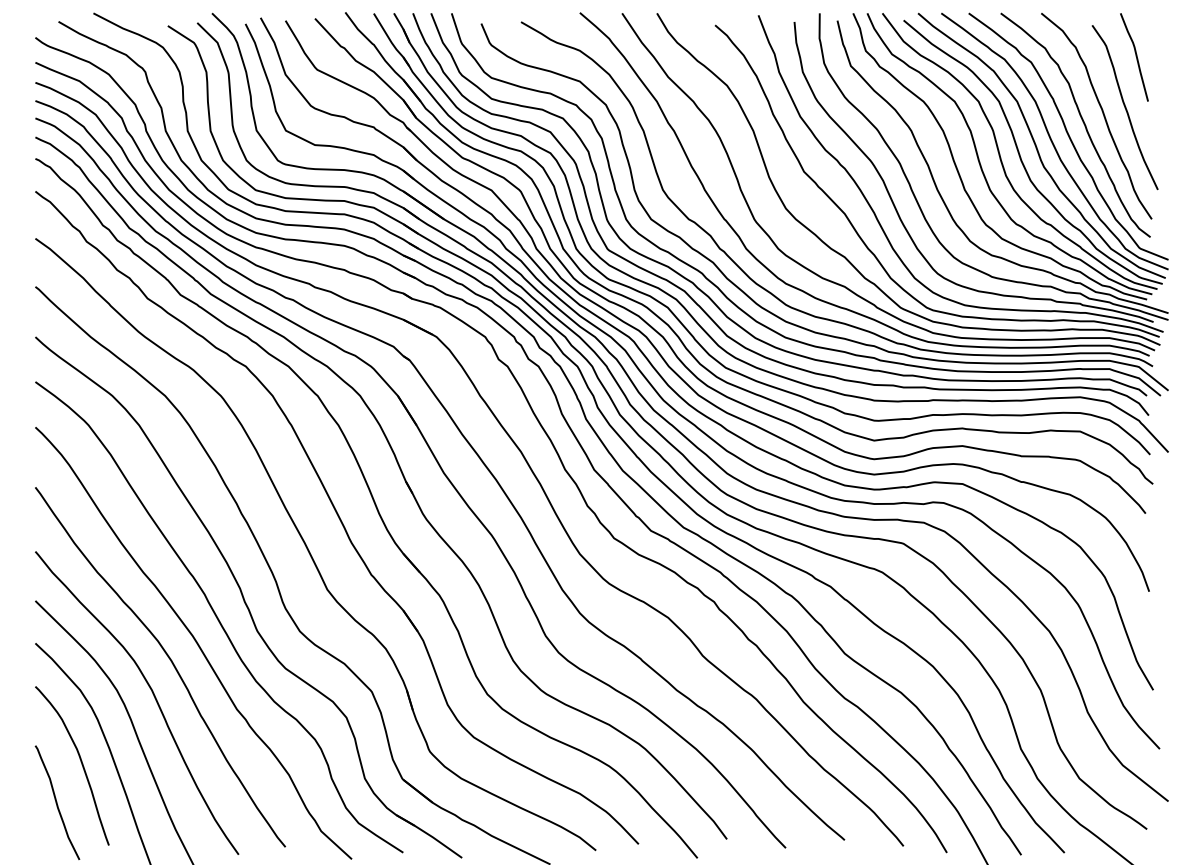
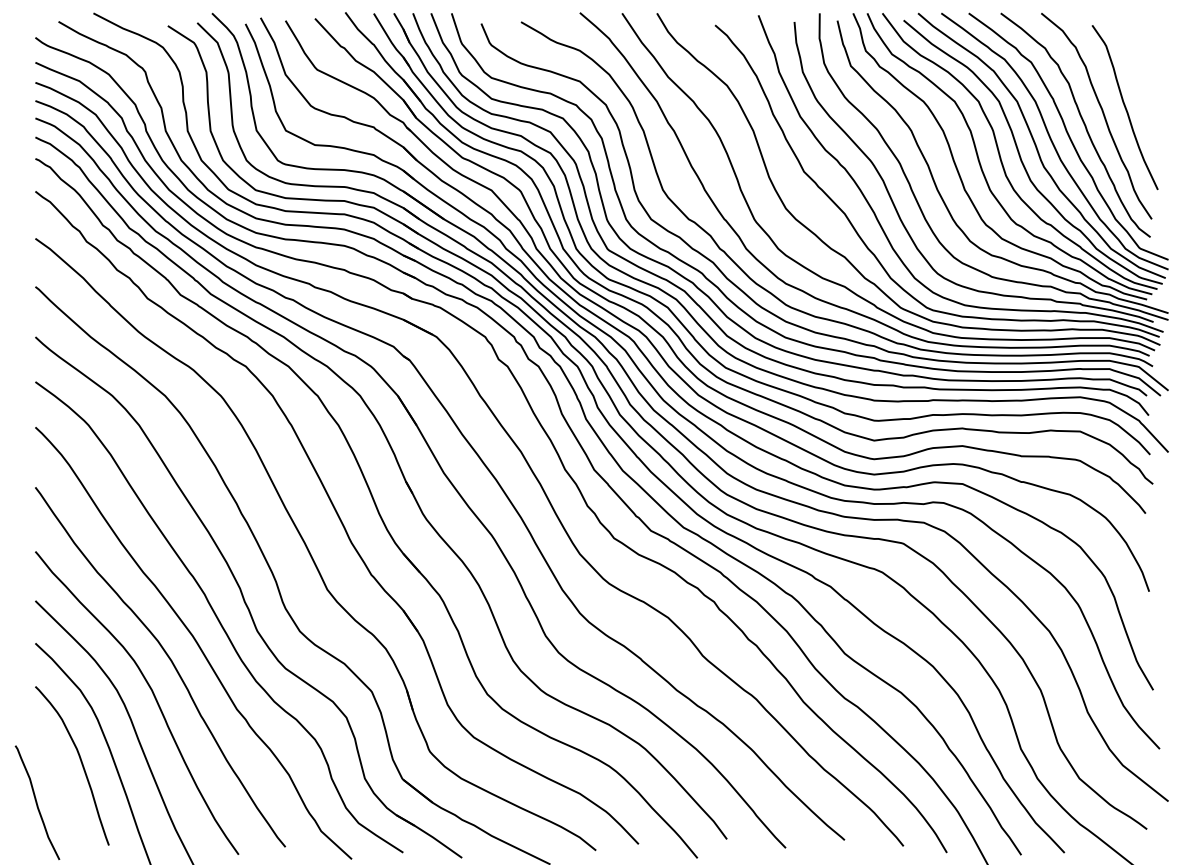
curve at (1135, 56): present -> none
curve at (57, 802) position: (57, 802) -> (37, 802)
